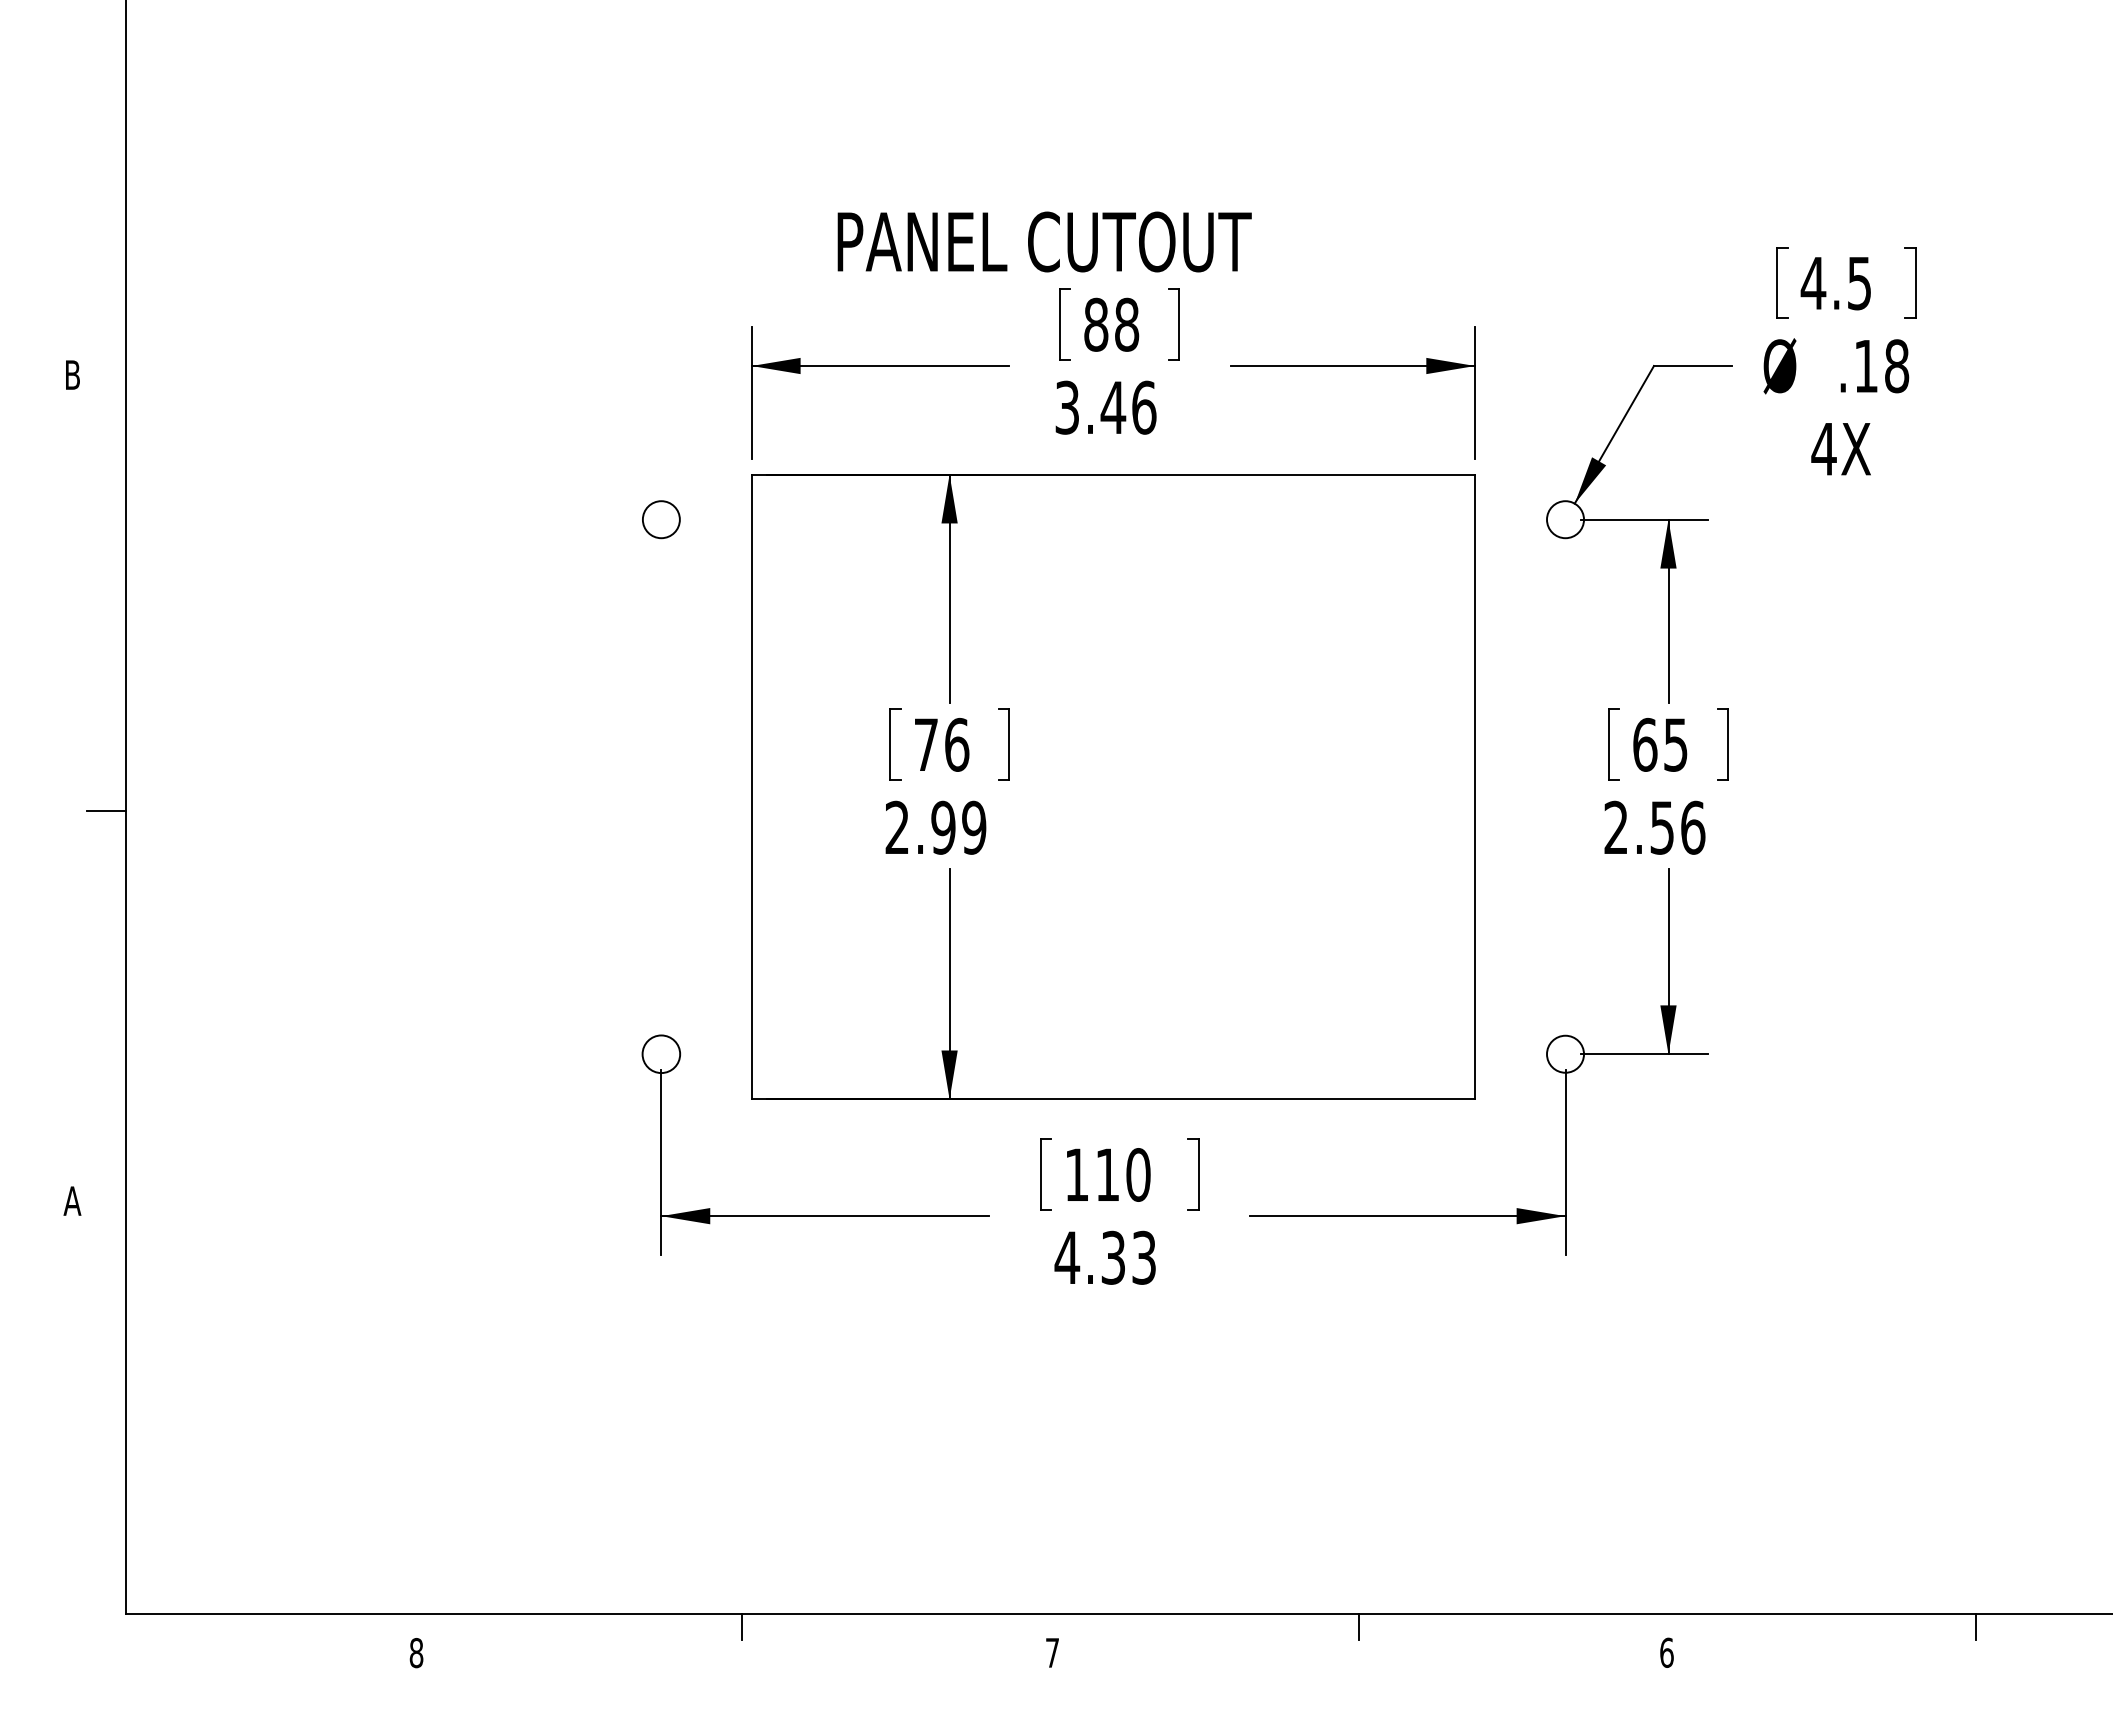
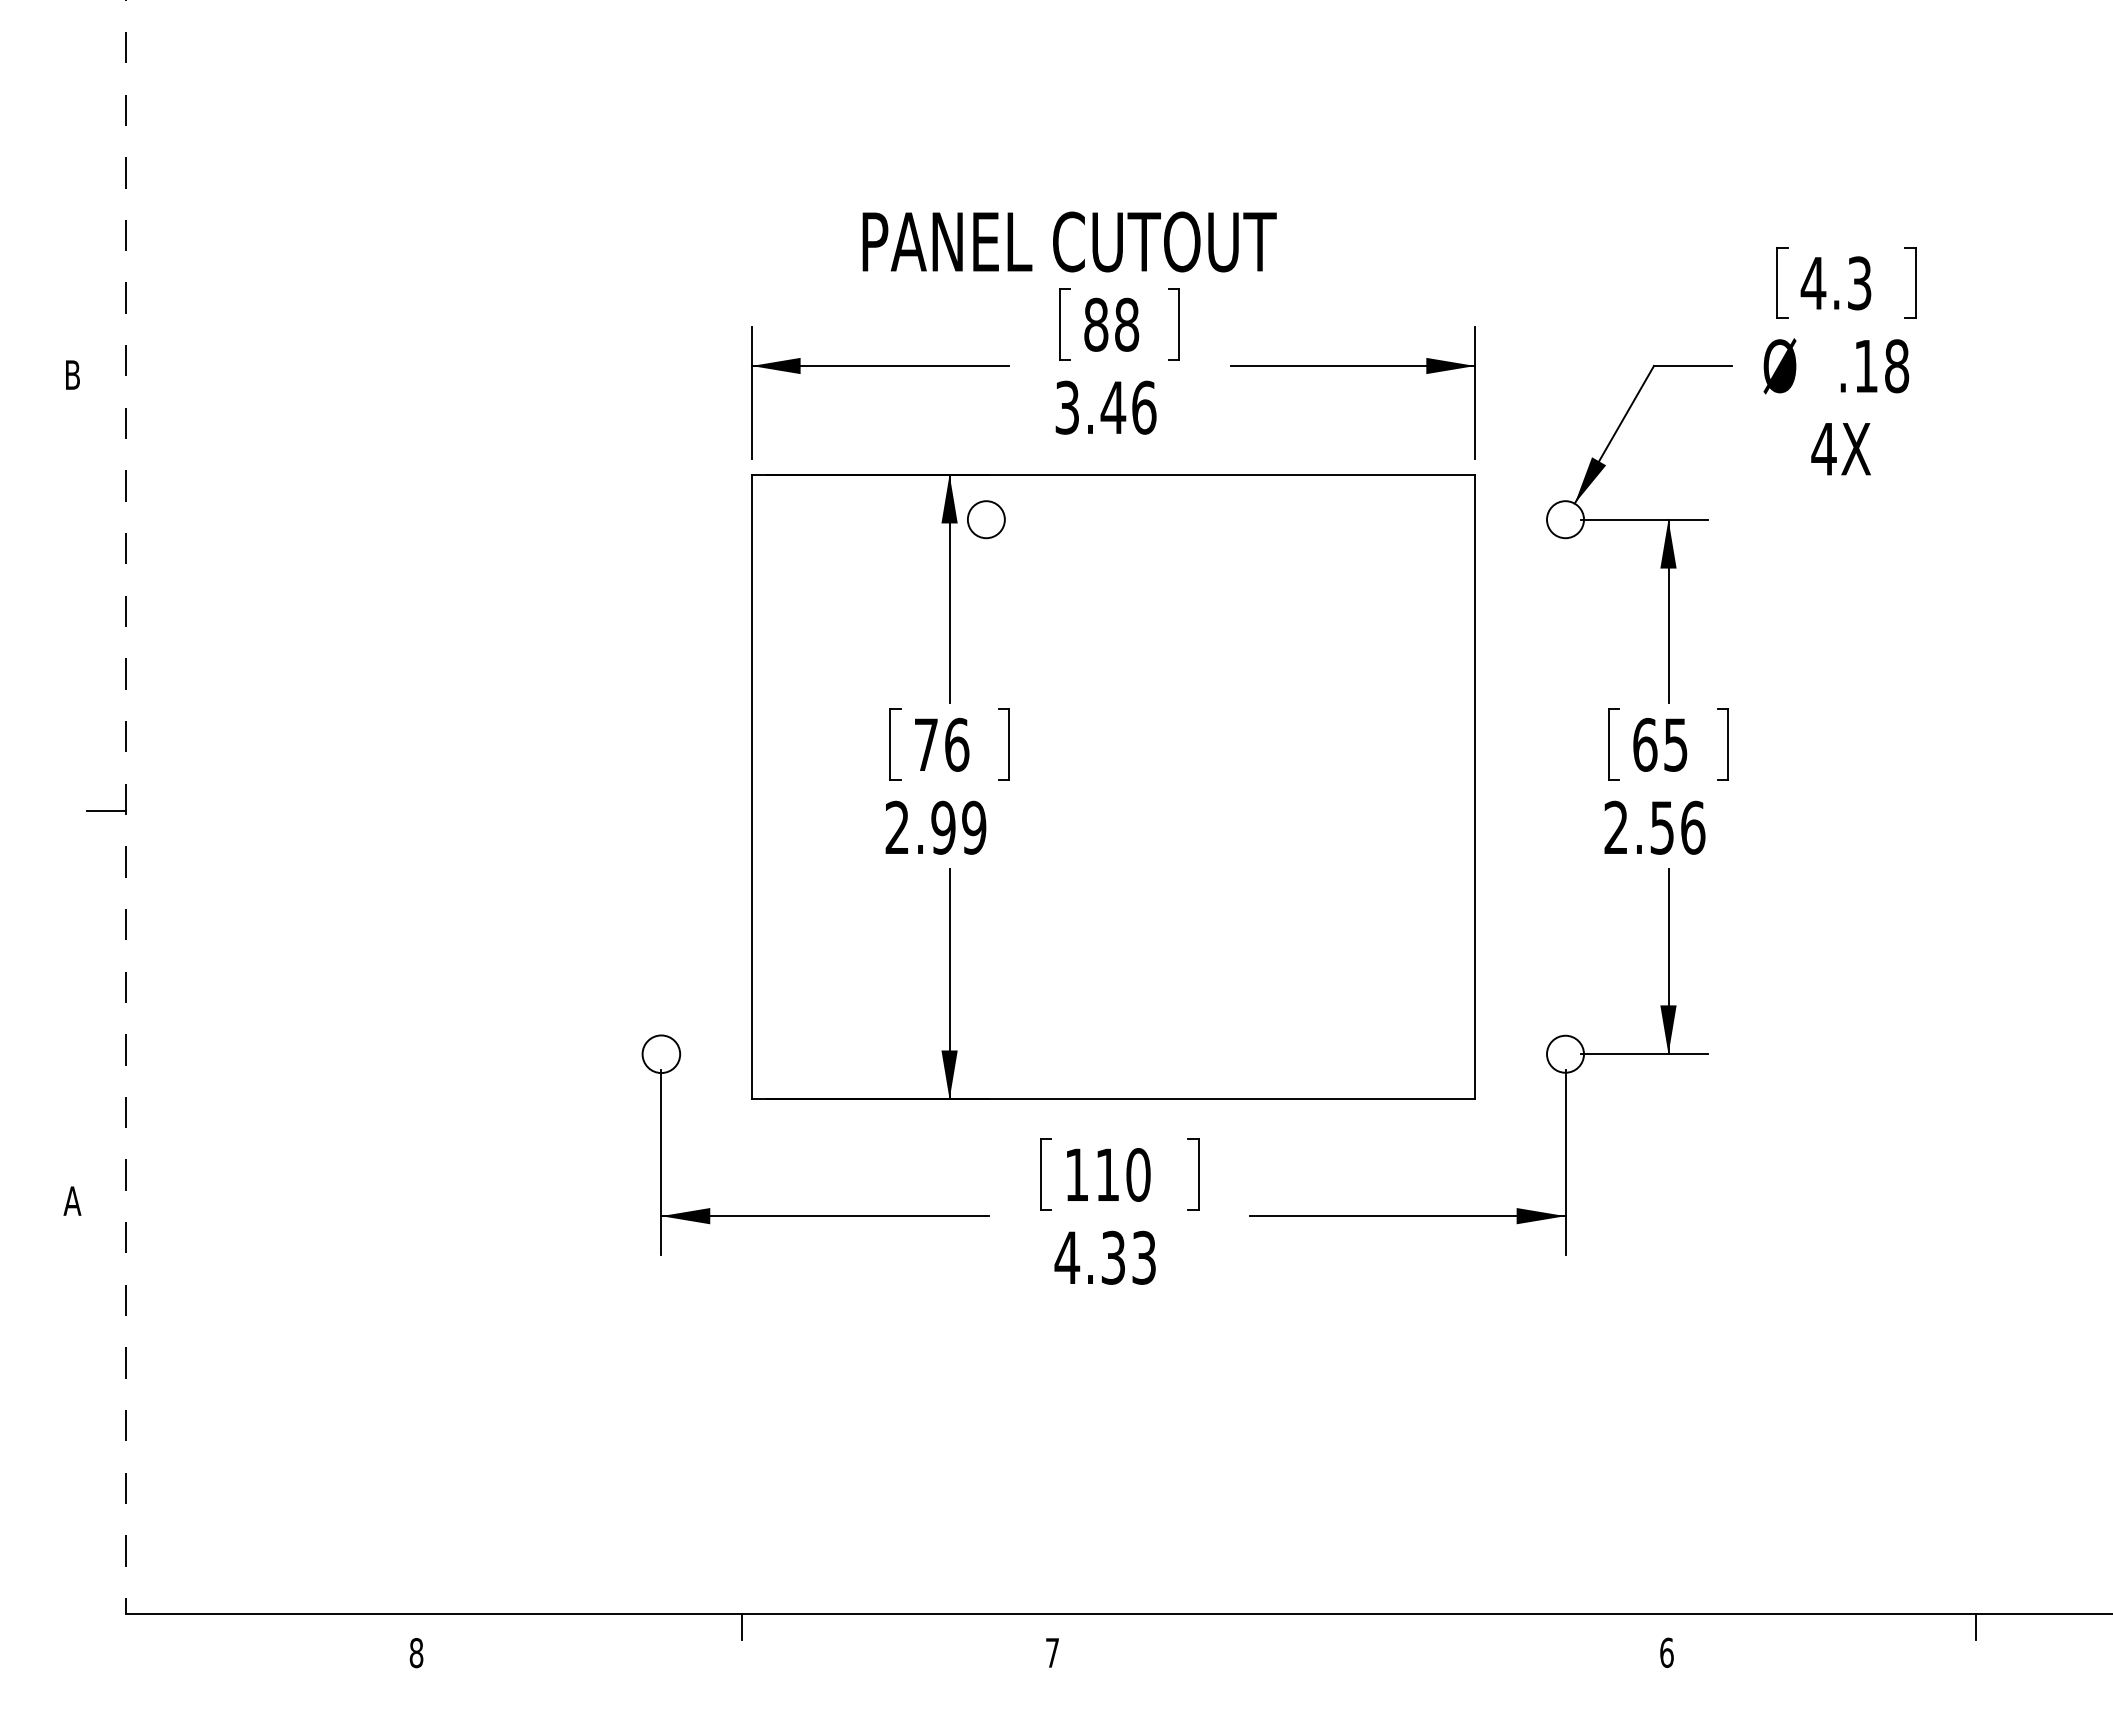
text at (1044, 241) position: (1044, 241) -> (1069, 241)
text at (1859, 282): 4.5 -> 4.3
circle at (661, 519) position: (661, 519) -> (986, 519)
line at (125, 807): solid -> dashed
line at (1359, 1626): present -> none
